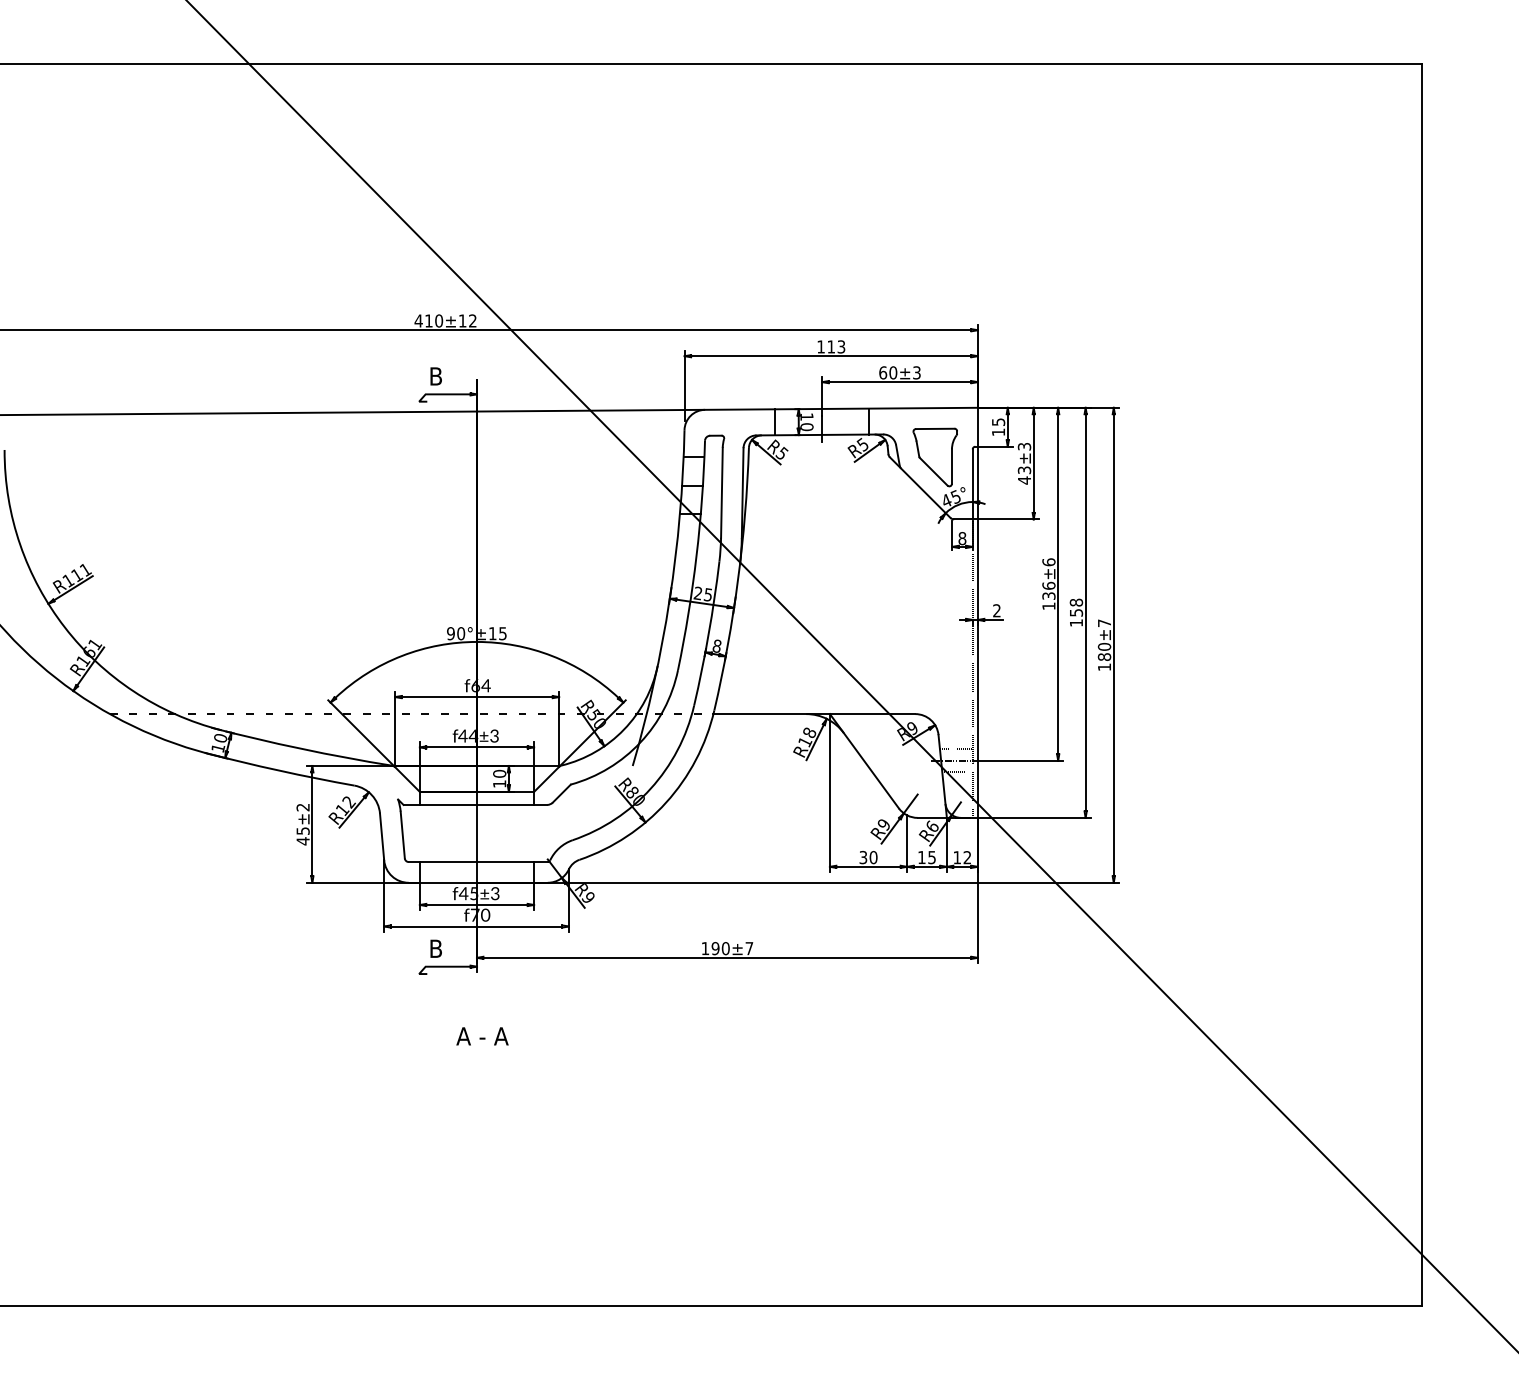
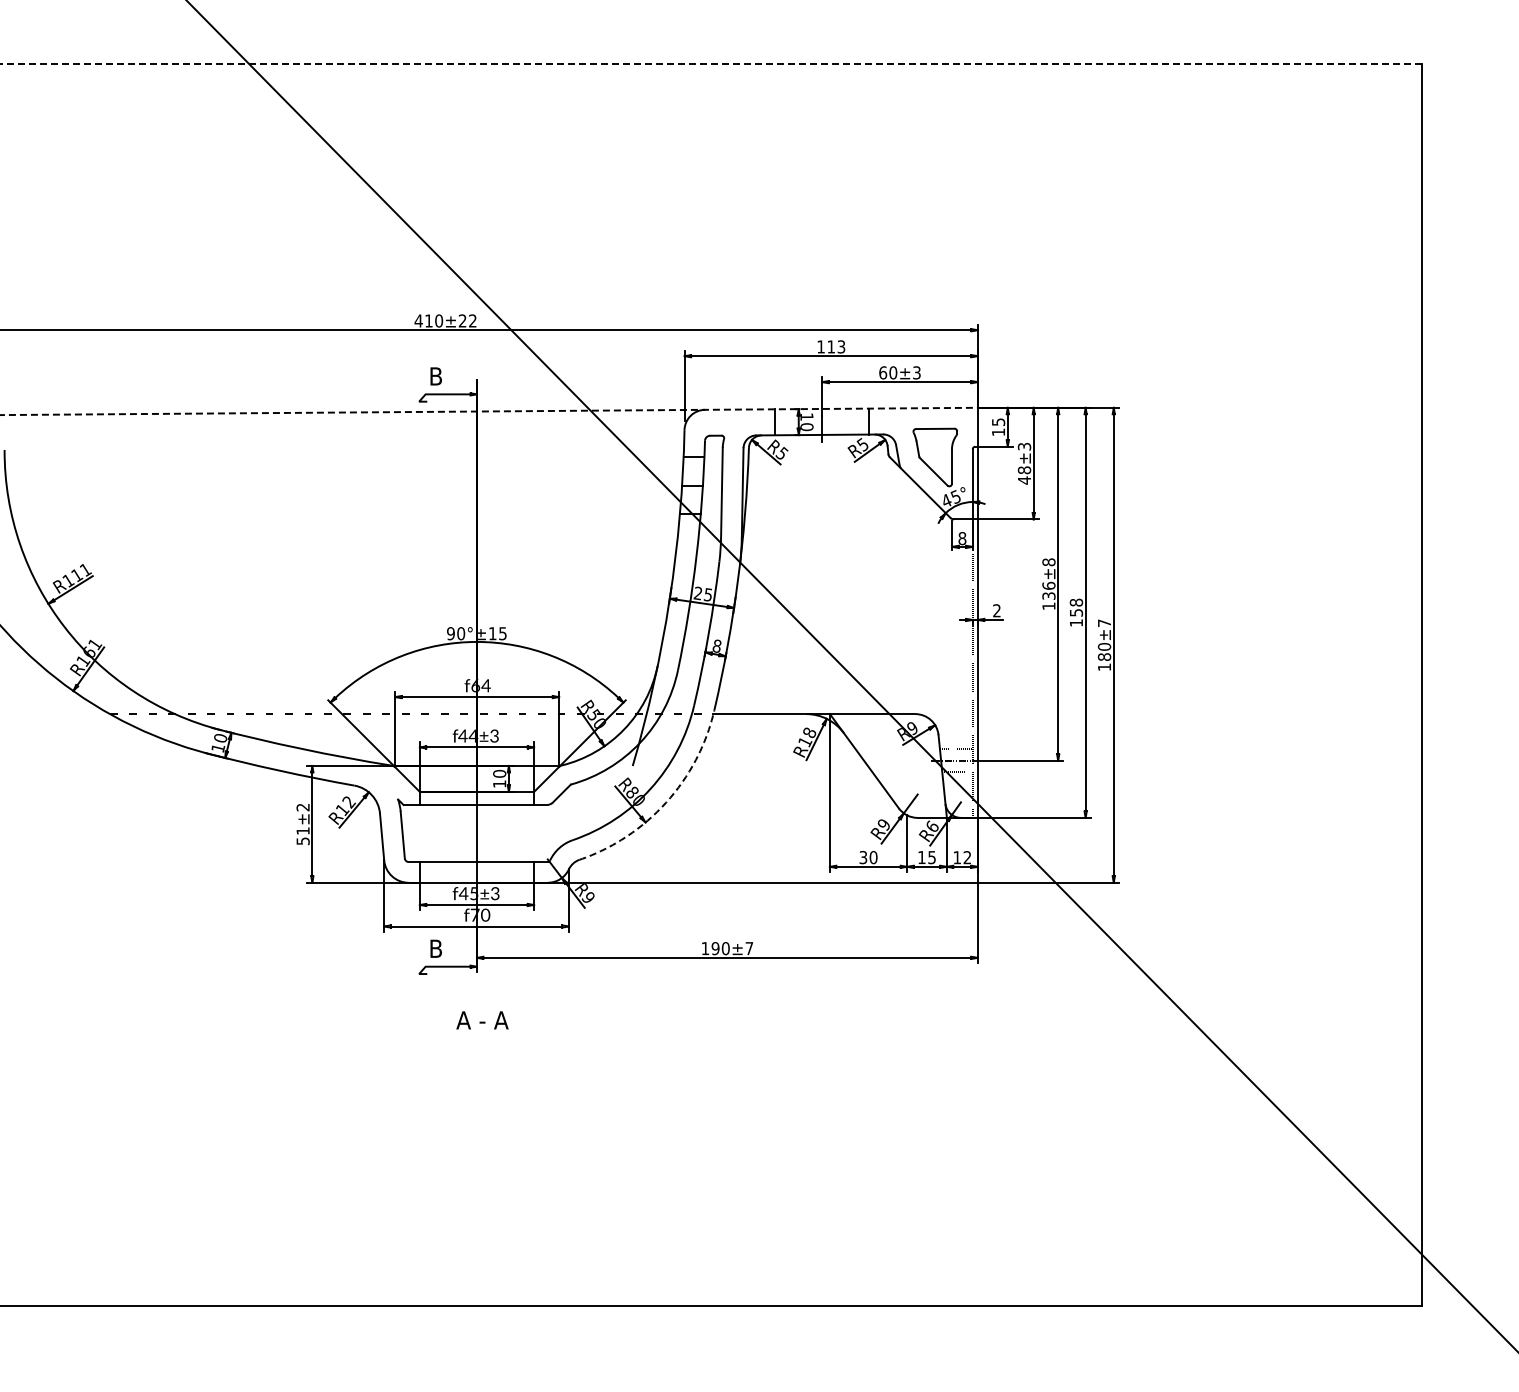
line at (710, 64): solid -> dashed
text at (462, 320): 410±12 -> 410±22
line at (489, 411): solid -> dashed
text at (1024, 470): 43±3 -> 48±3
text at (1048, 562): 136±6 -> 136±8
arc at (666, 802): solid -> dashed
text at (302, 836): 45±2 -> 51±2
text at (482, 1036) position: (482, 1036) -> (482, 1020)
